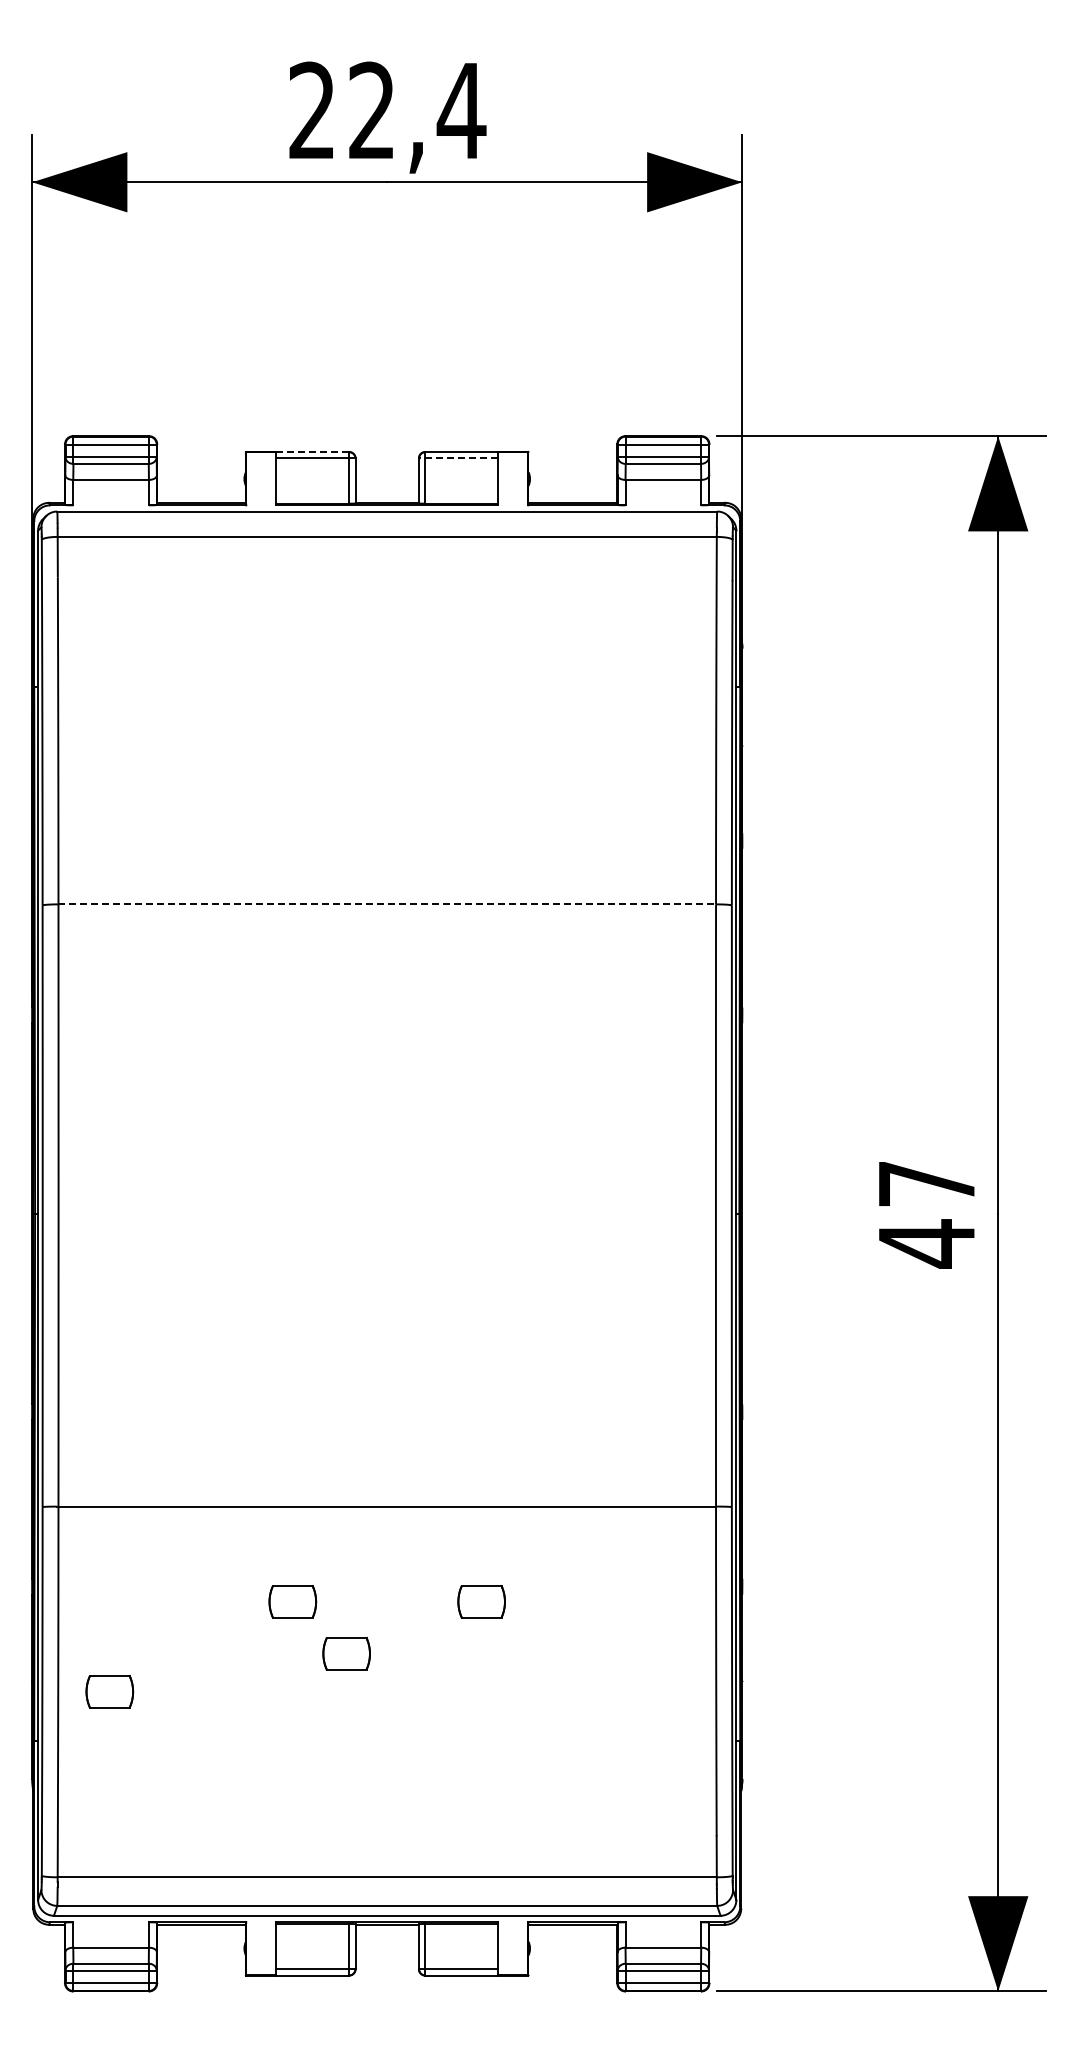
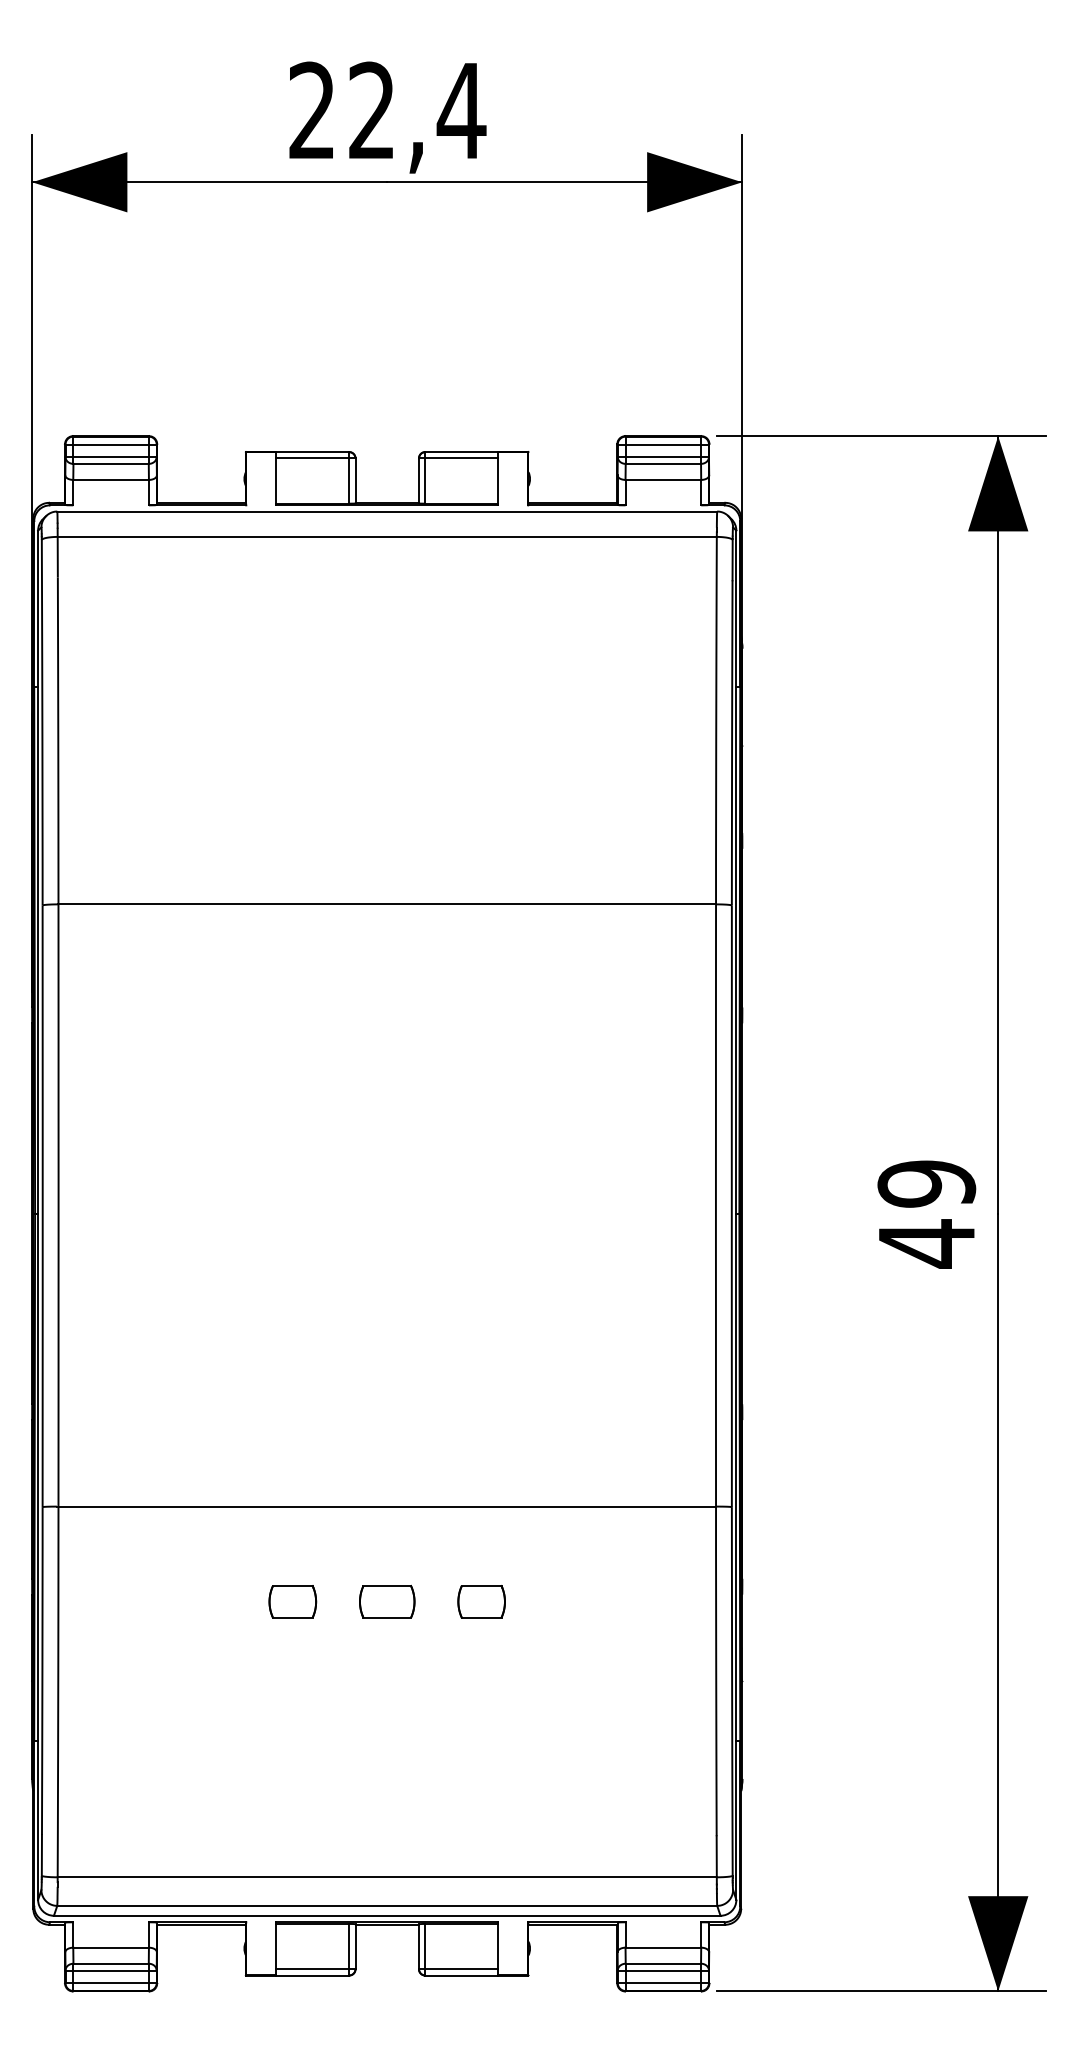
line at (312, 452): dashed -> solid
line at (458, 458): dashed -> solid
line at (387, 904): dashed -> solid
text at (926, 1183): 47 -> 49
part at (387, 1601): none -> present
part at (346, 1653): present -> none
part at (109, 1691): present -> none
